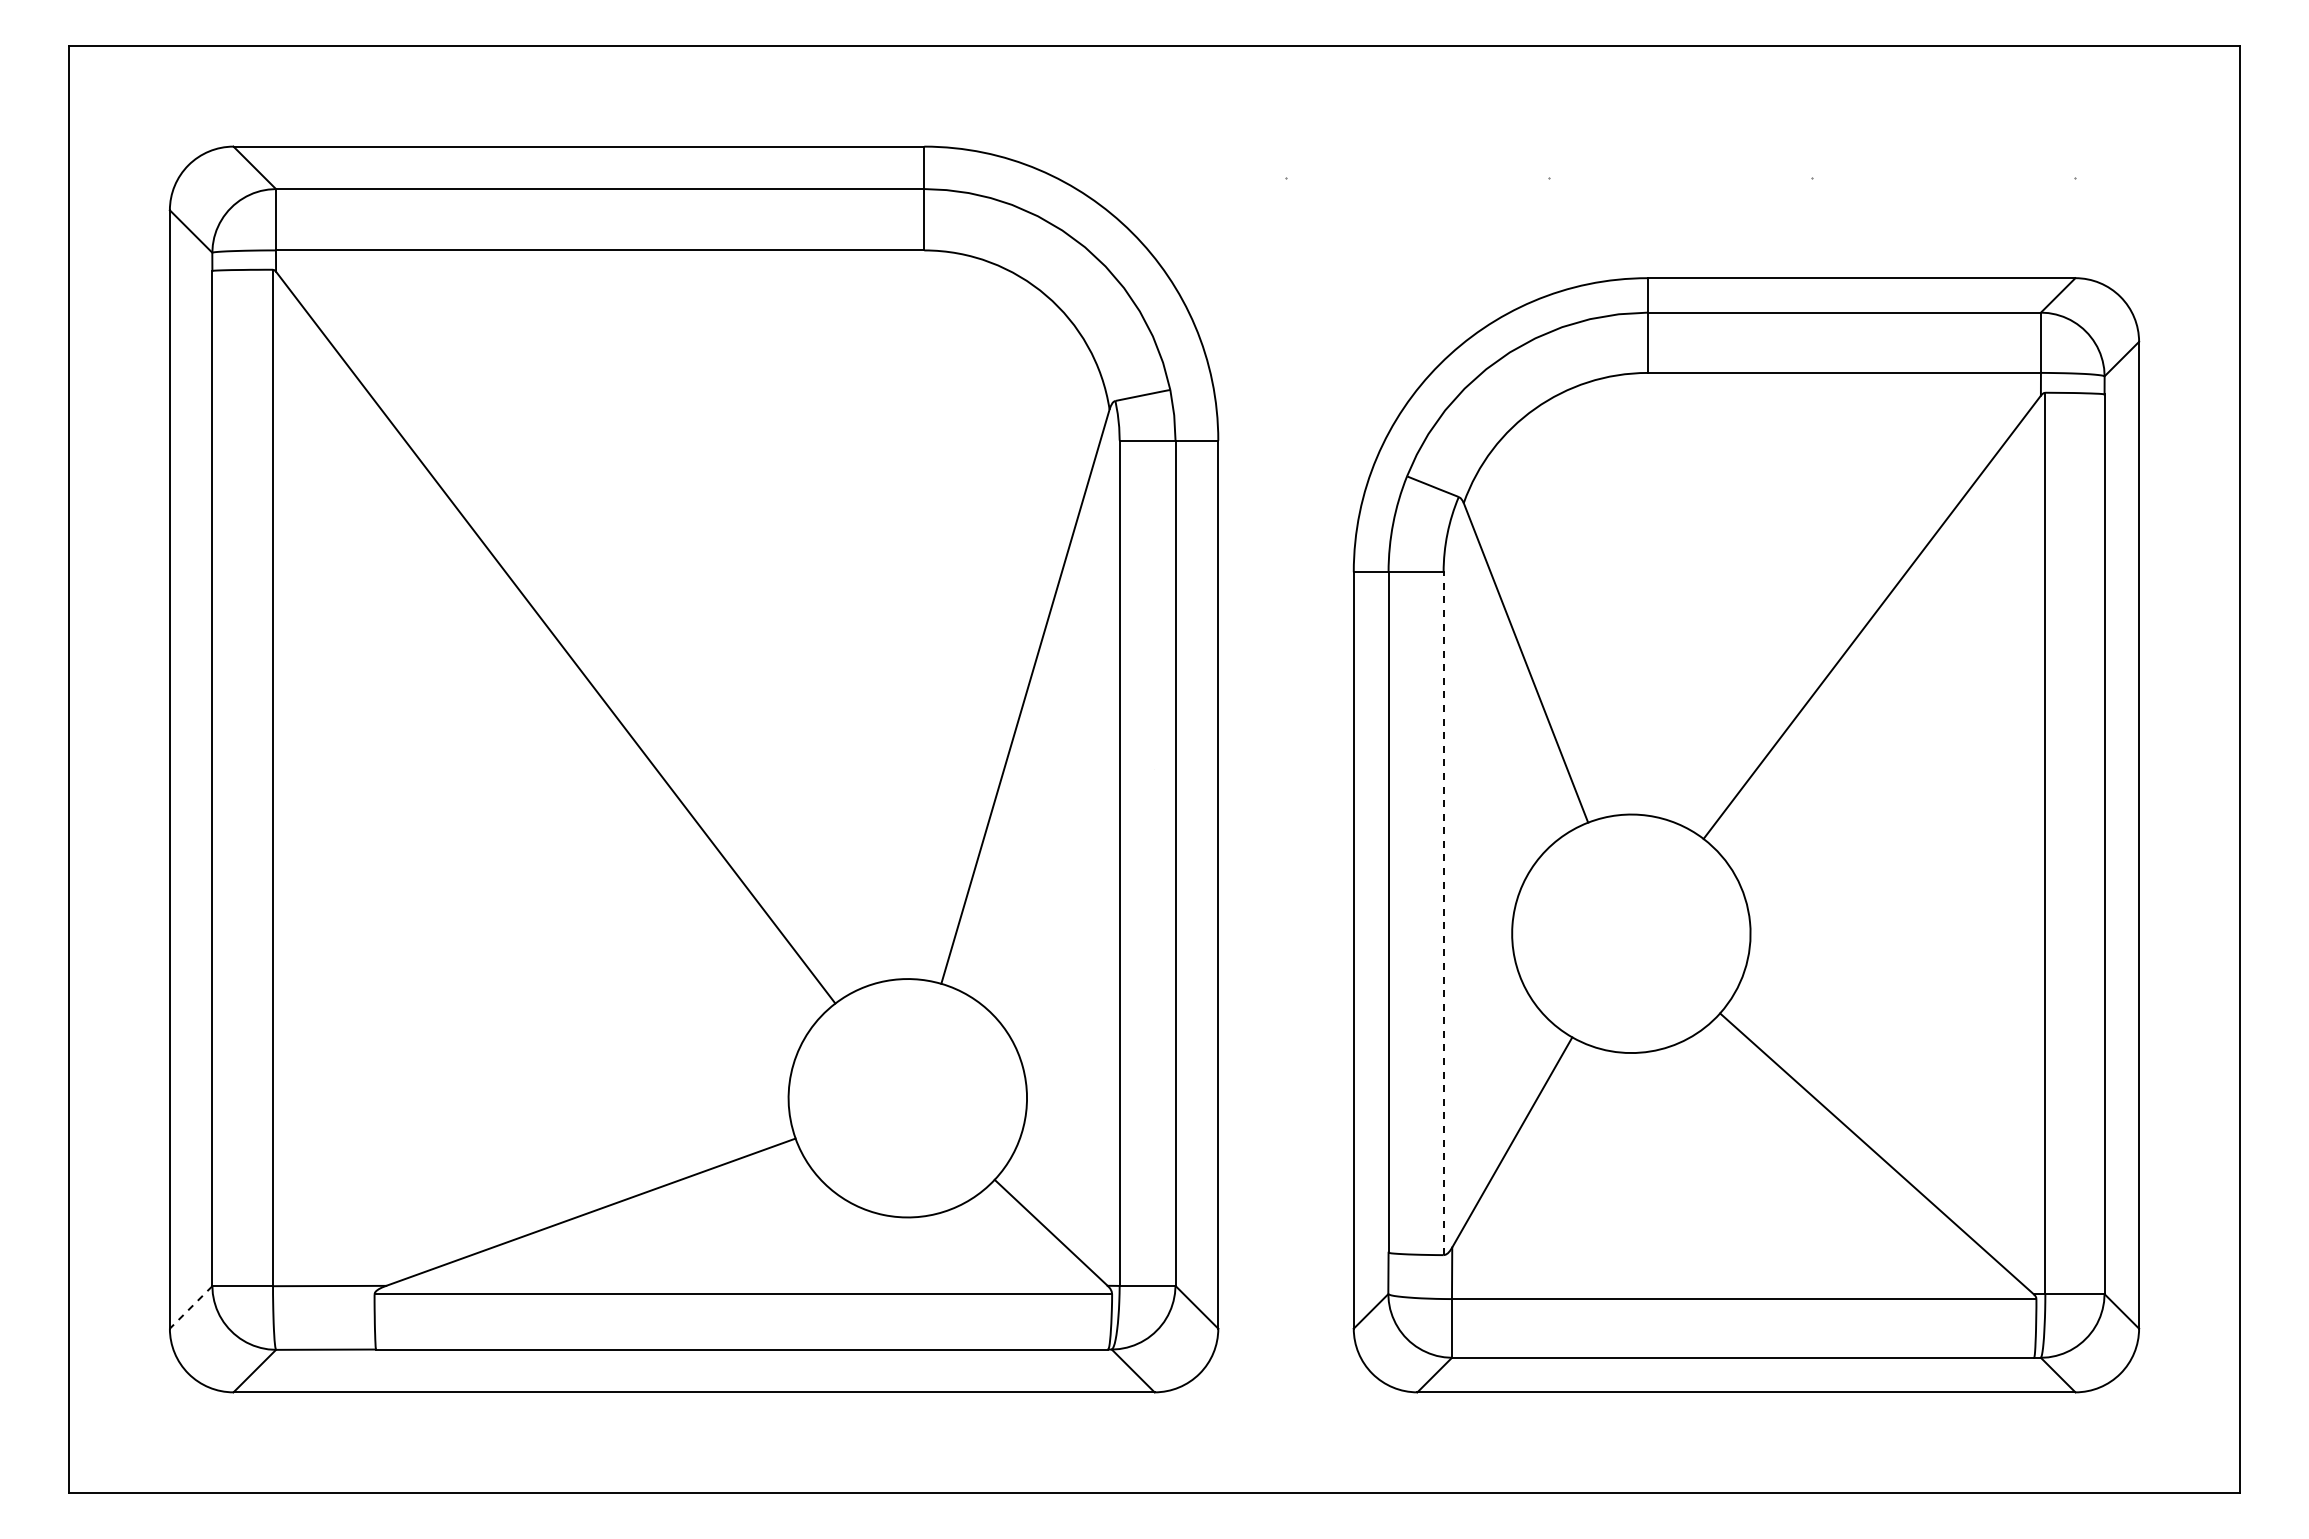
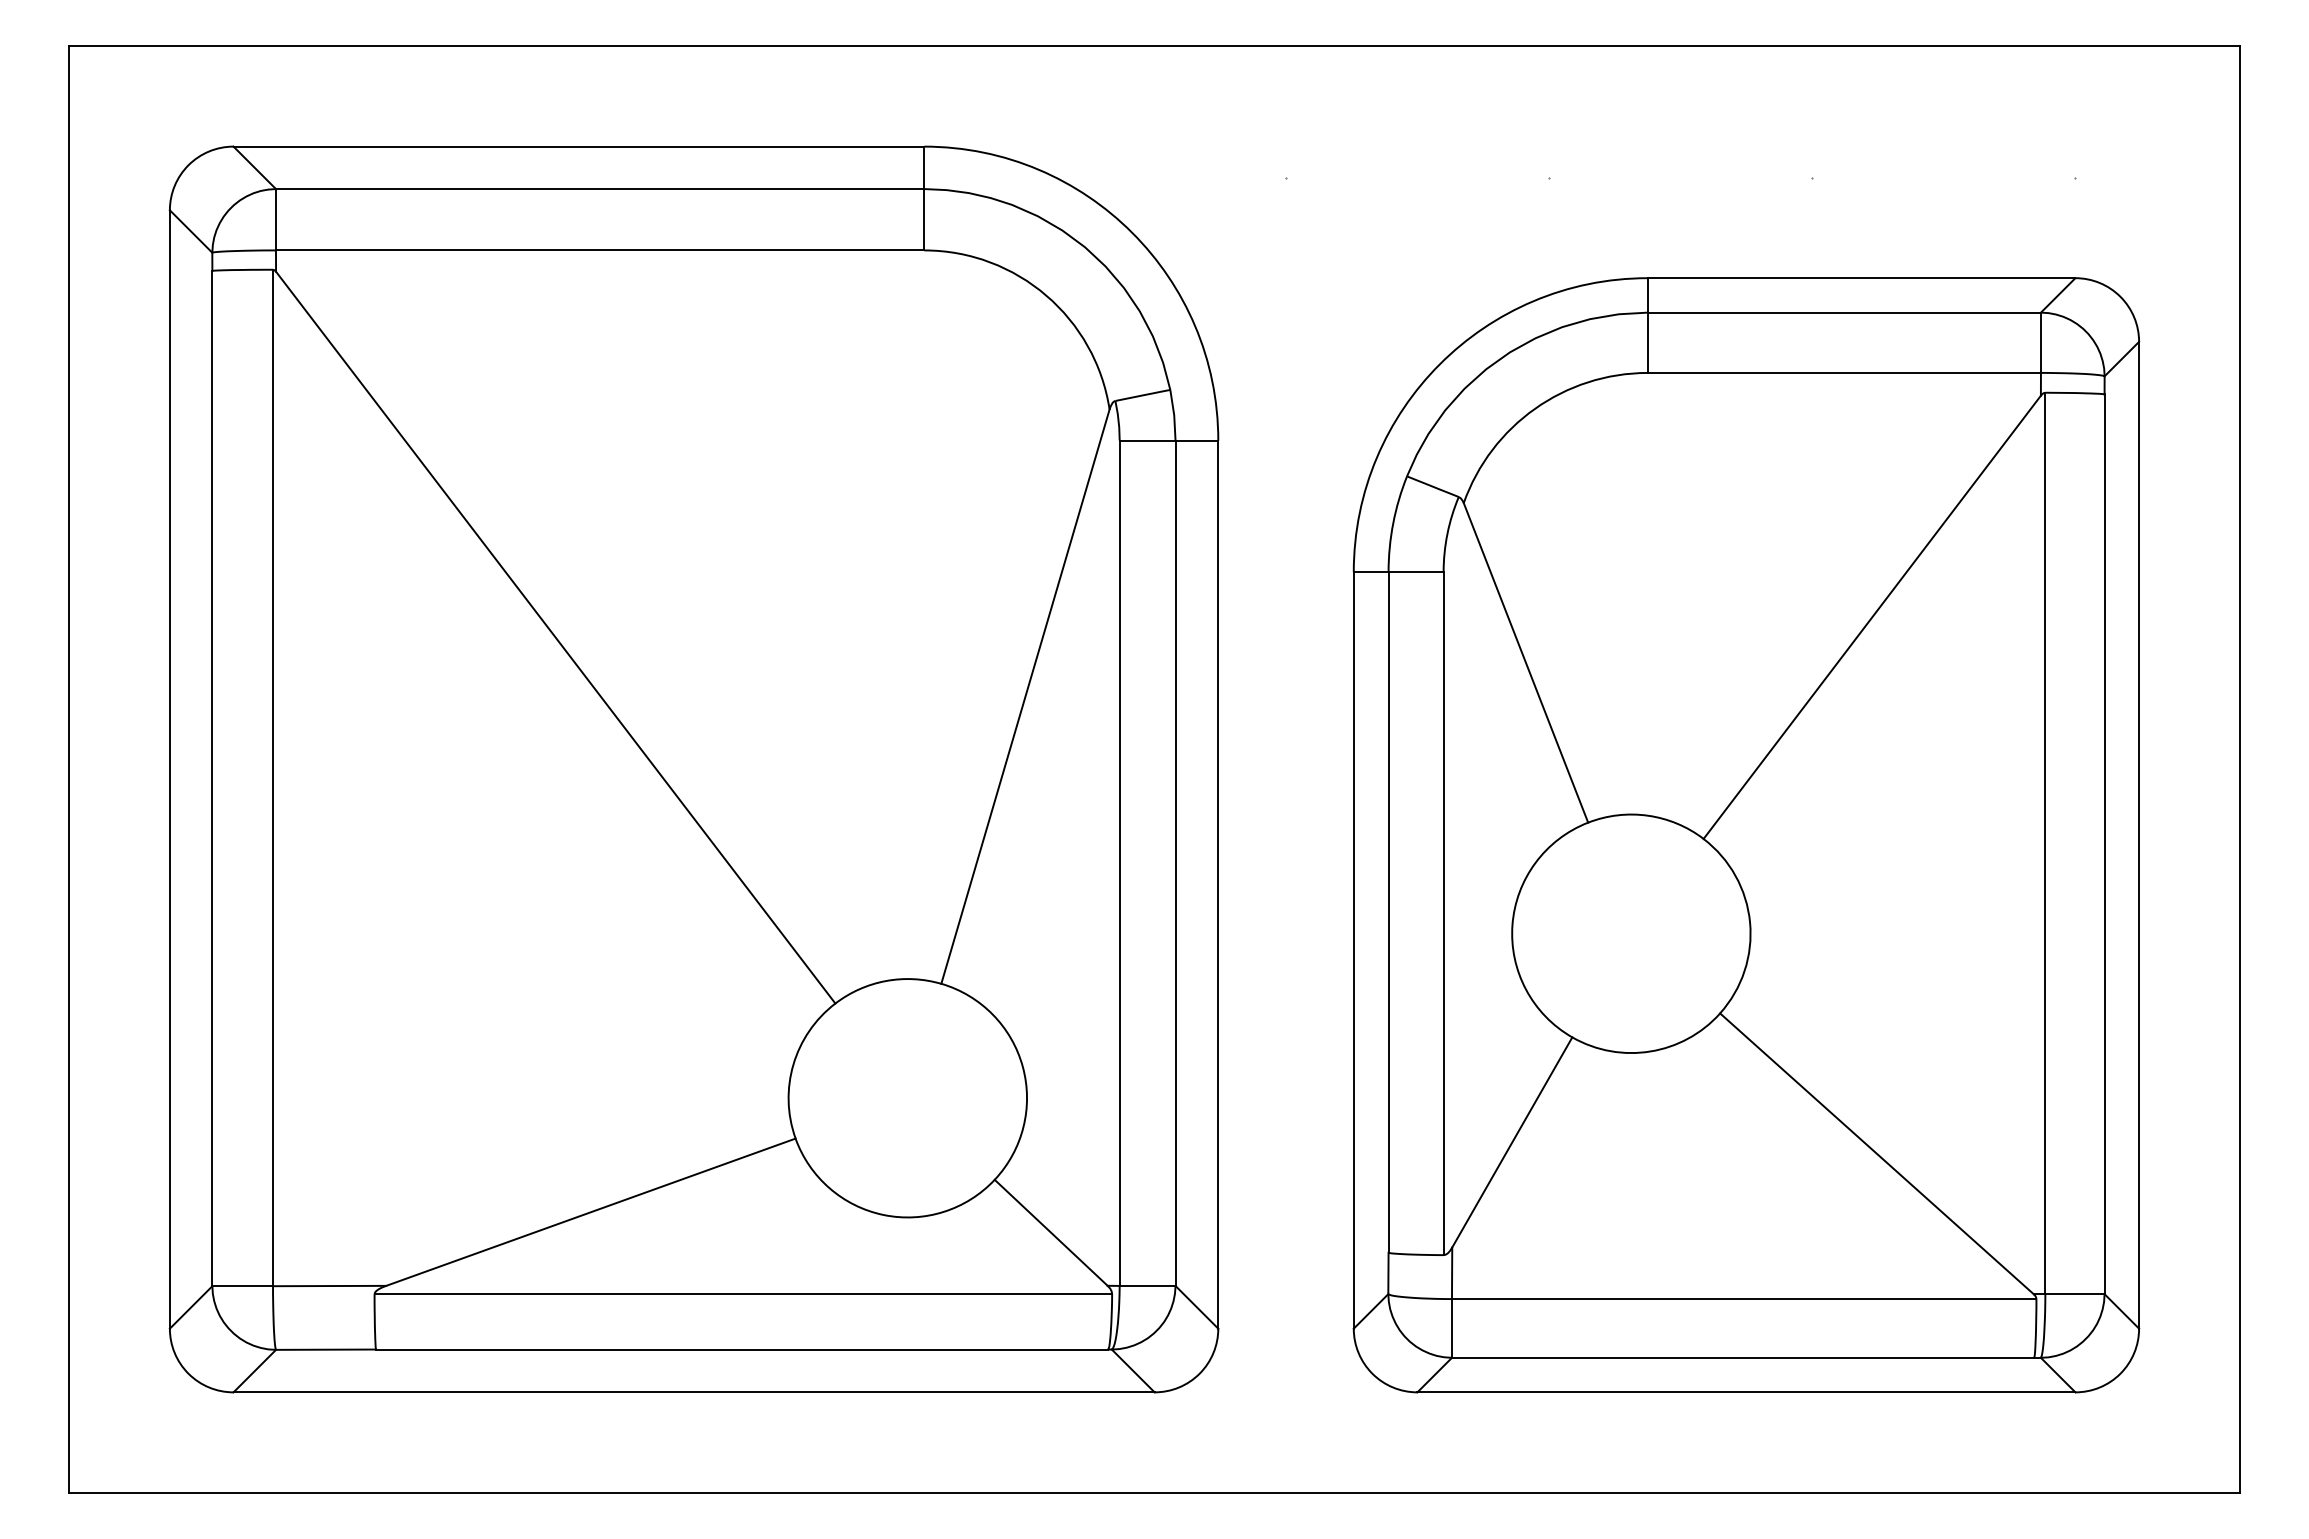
line at (1443, 913): dashed -> solid
line at (190, 1307): dashed -> solid
